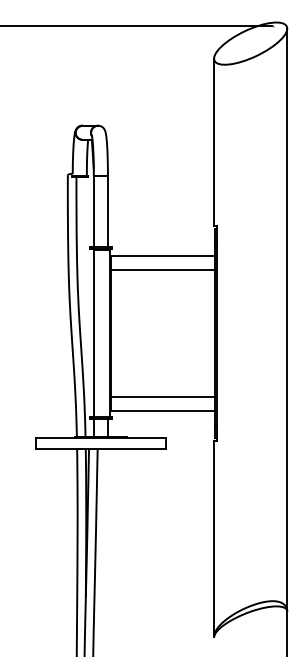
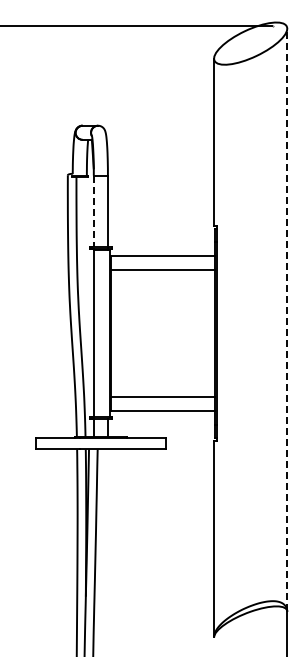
line at (93, 211): solid -> dashed
line at (287, 319): solid -> dashed
